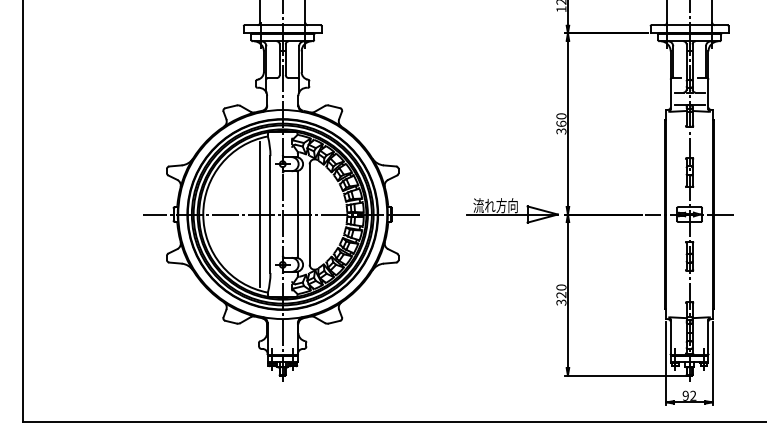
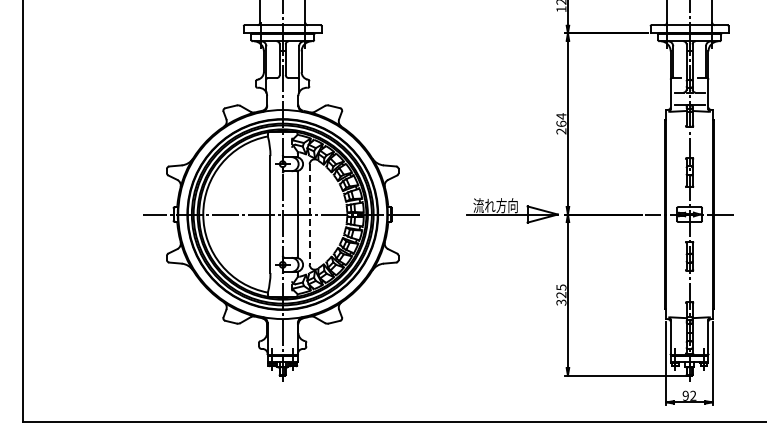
text at (561, 123): 360 -> 264
line at (260, 214): present -> none
line at (309, 215): solid -> dashed
text at (561, 287): 320 -> 325
